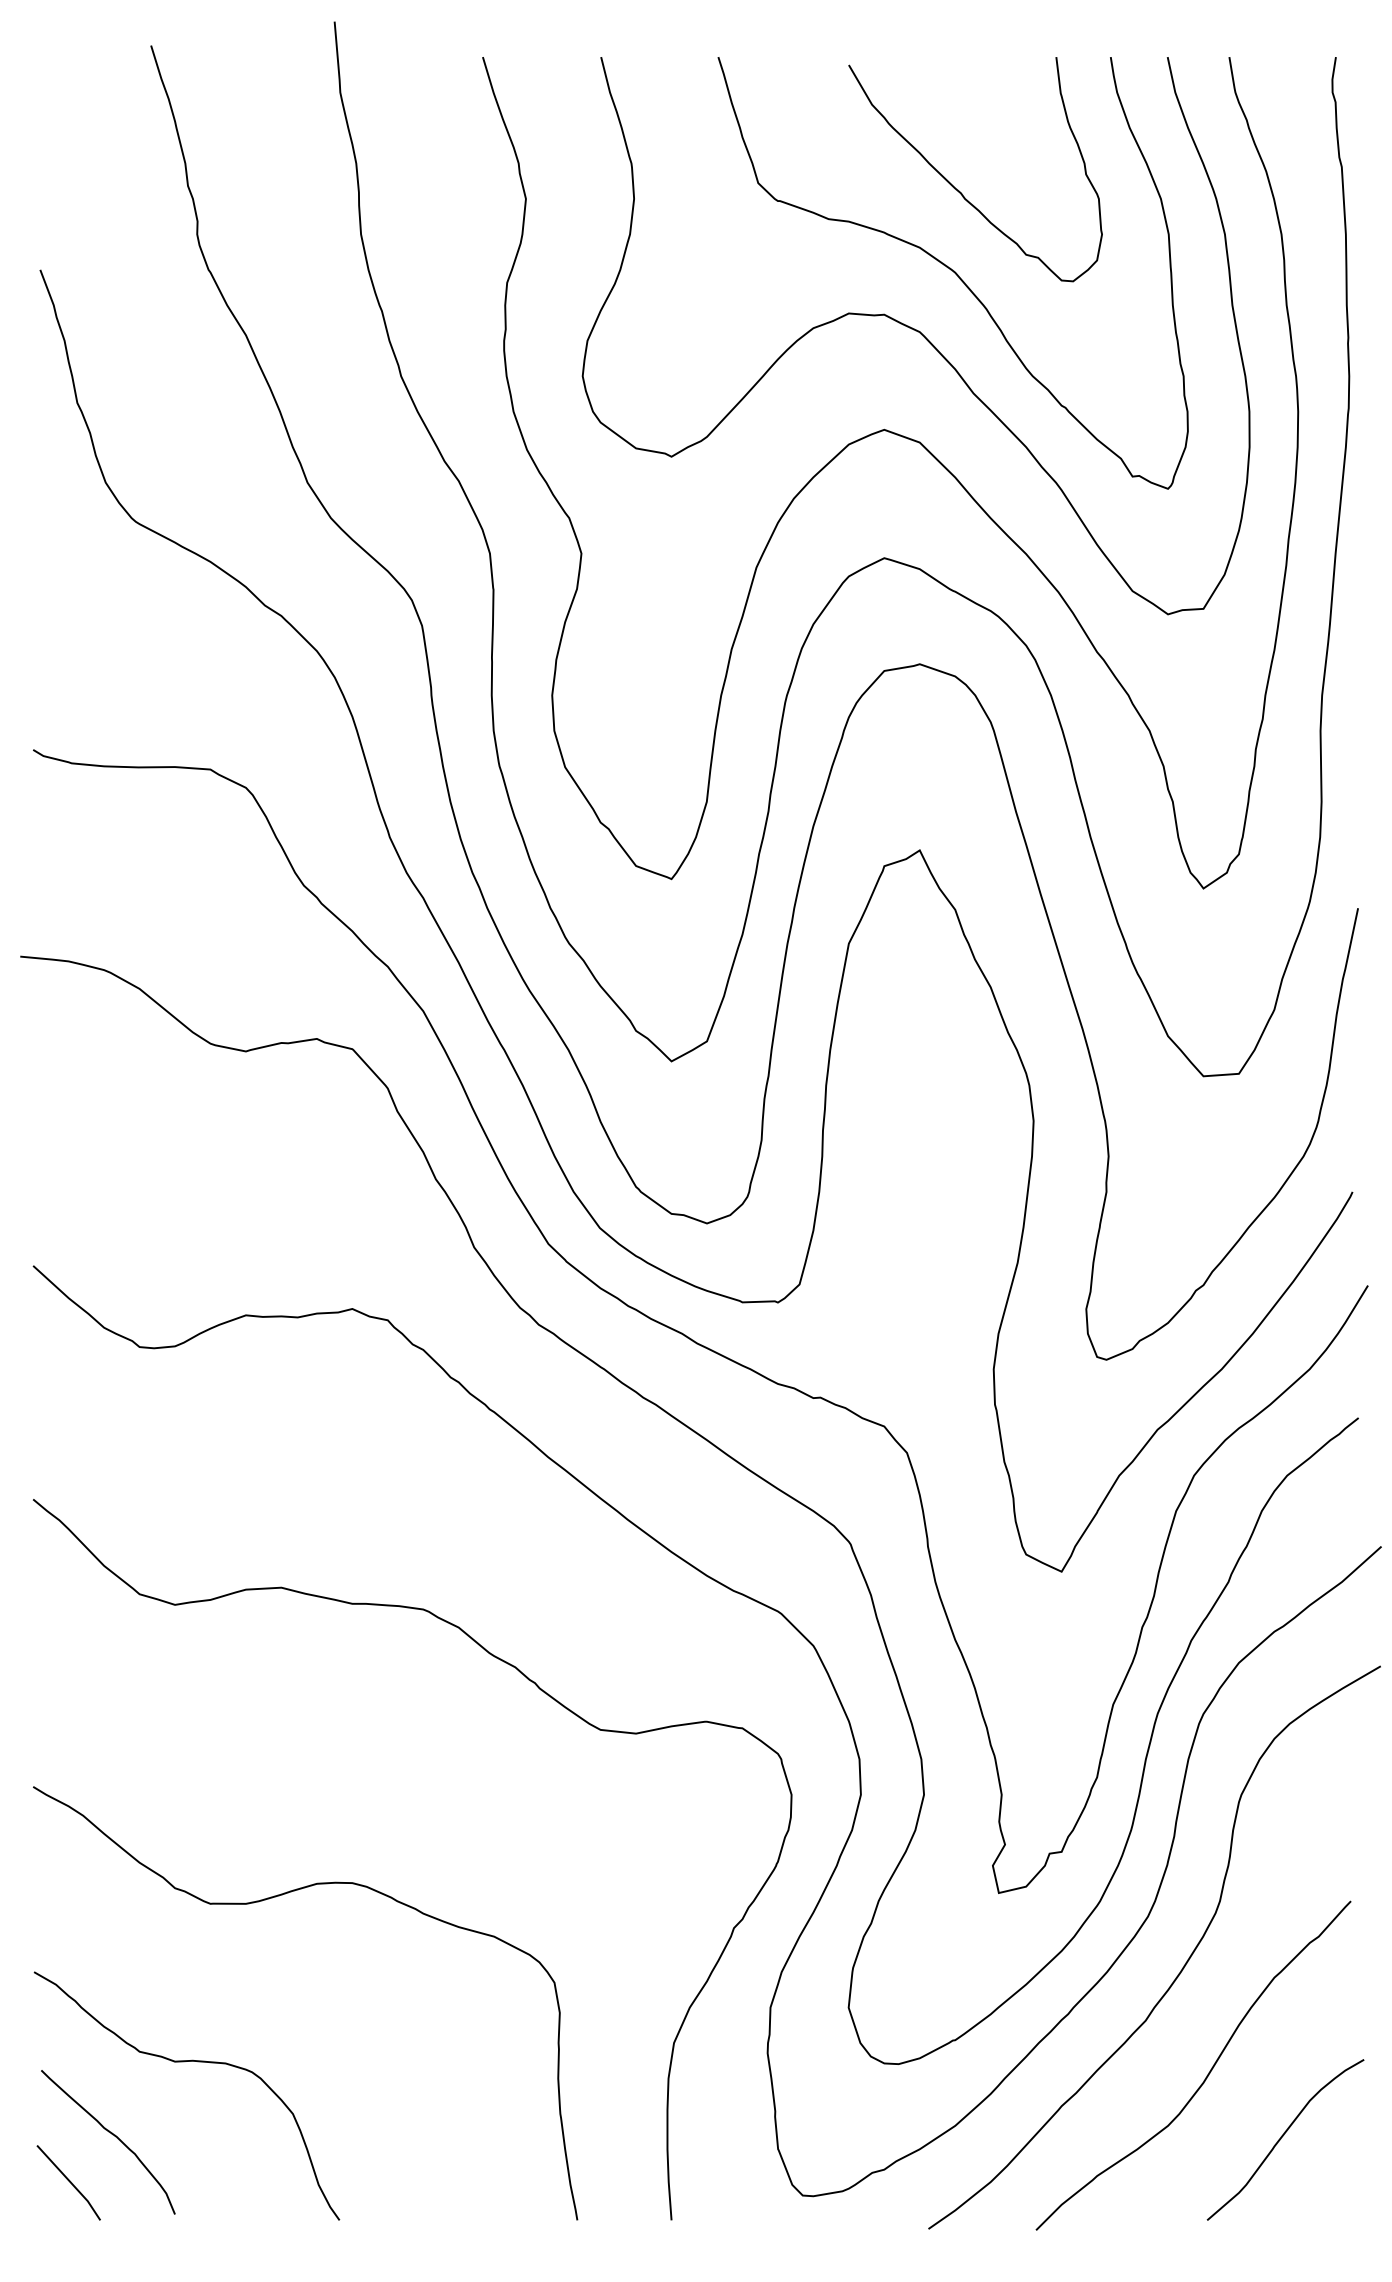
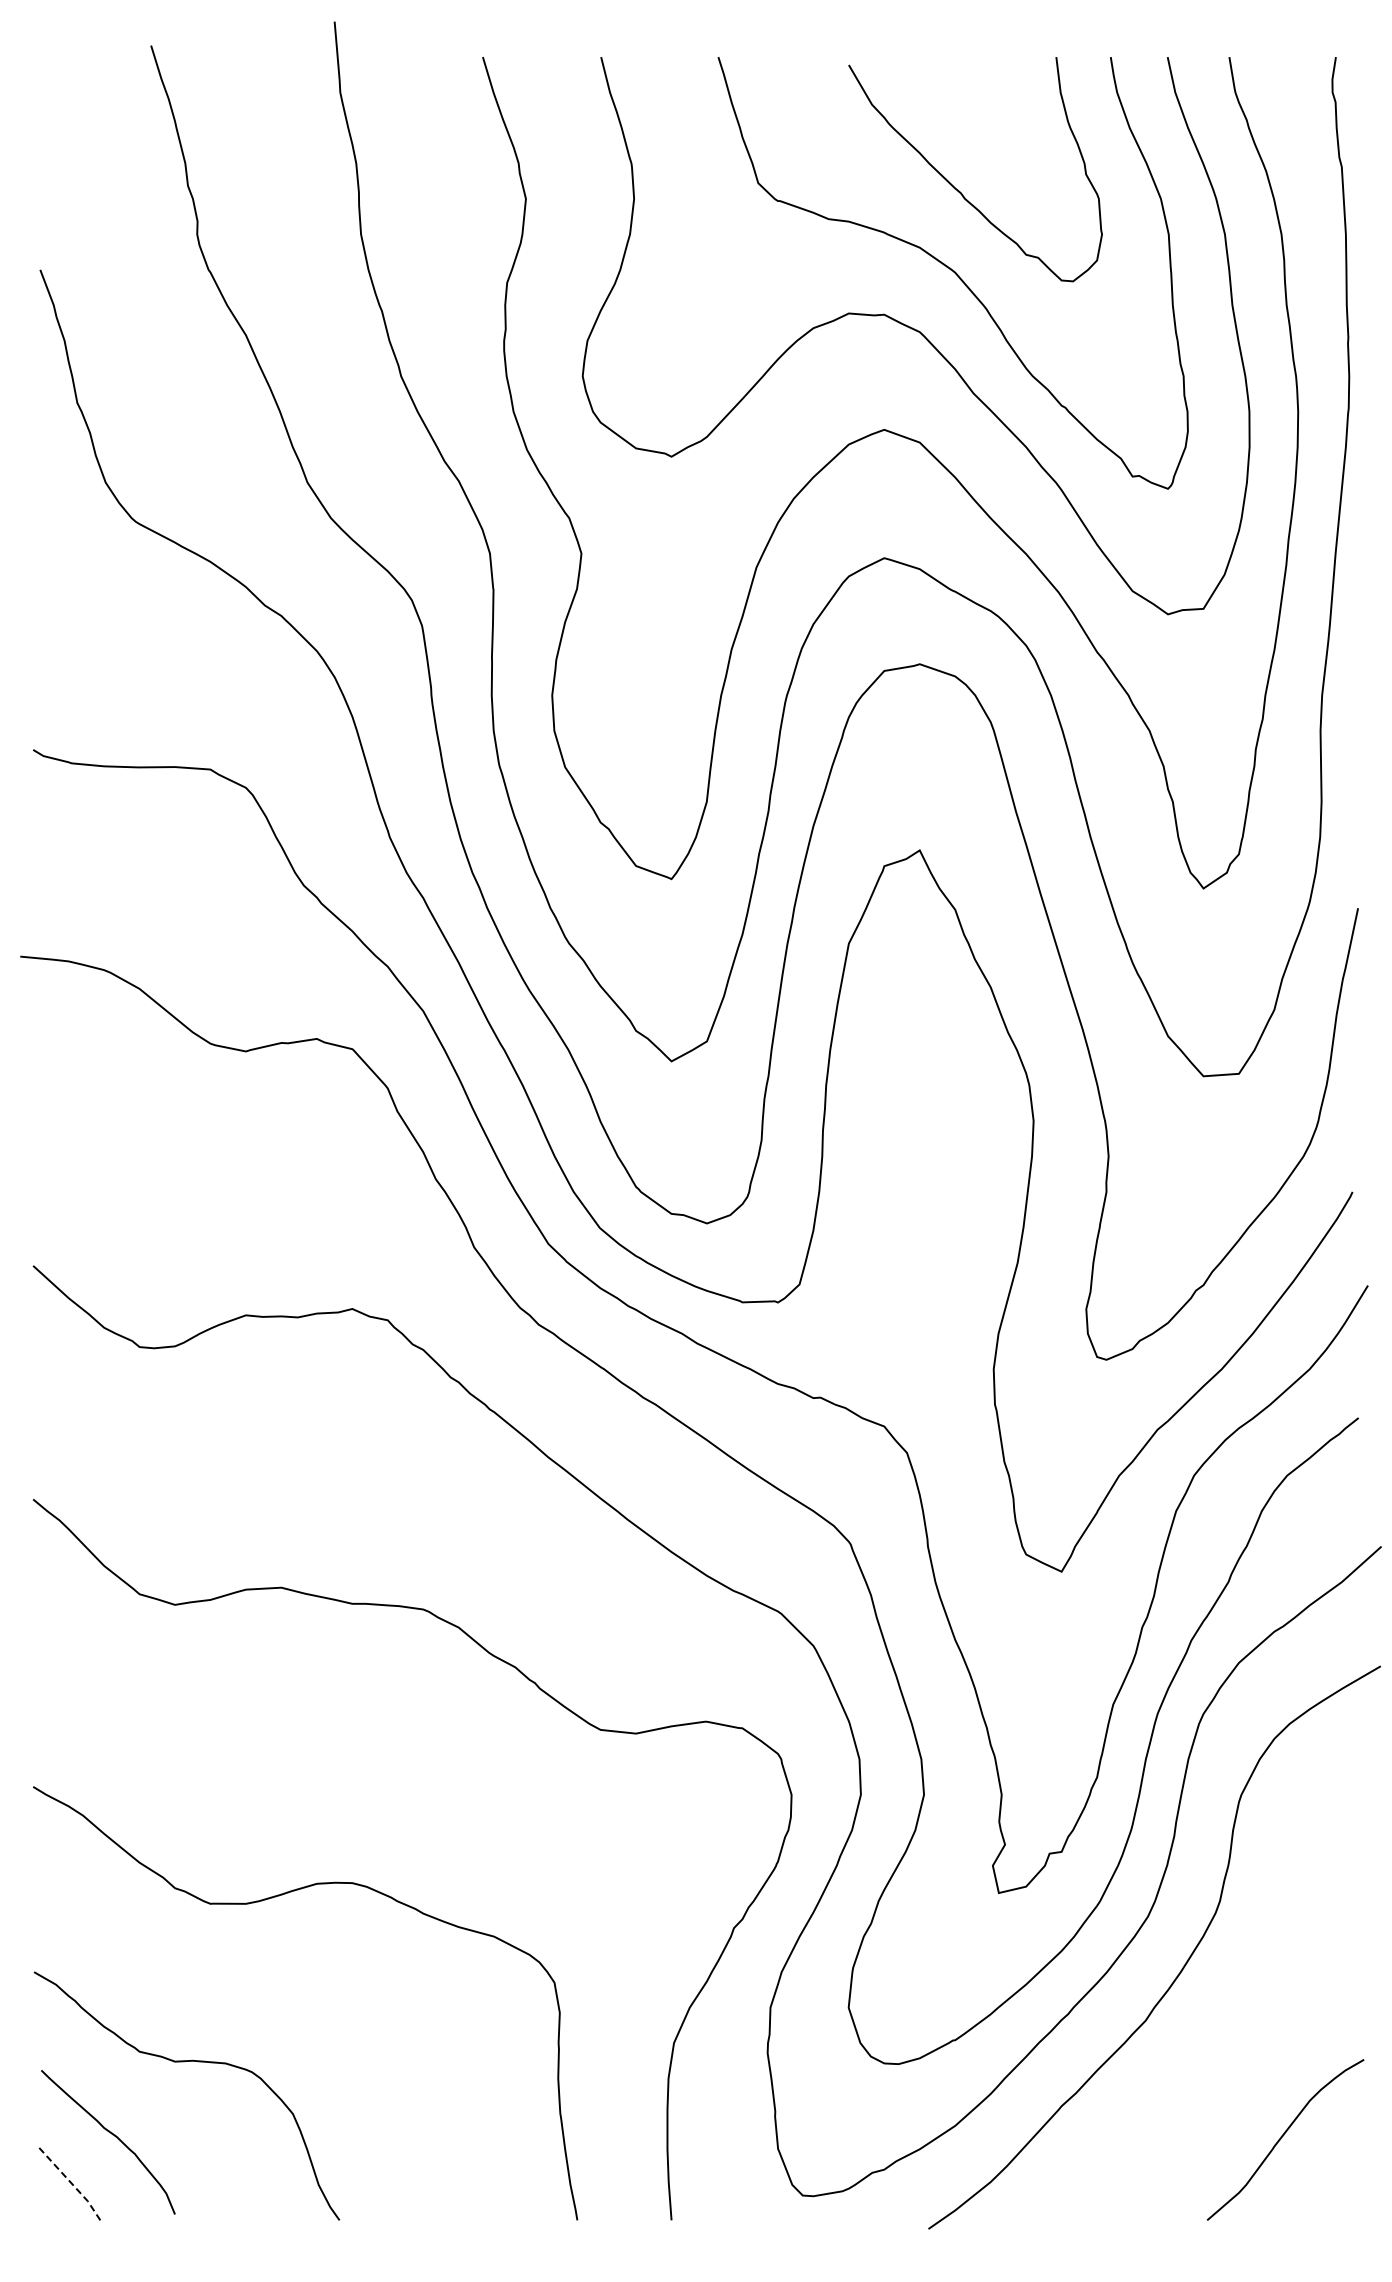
curve at (1206, 2075): present -> none
line at (70, 2182): solid -> dashed
